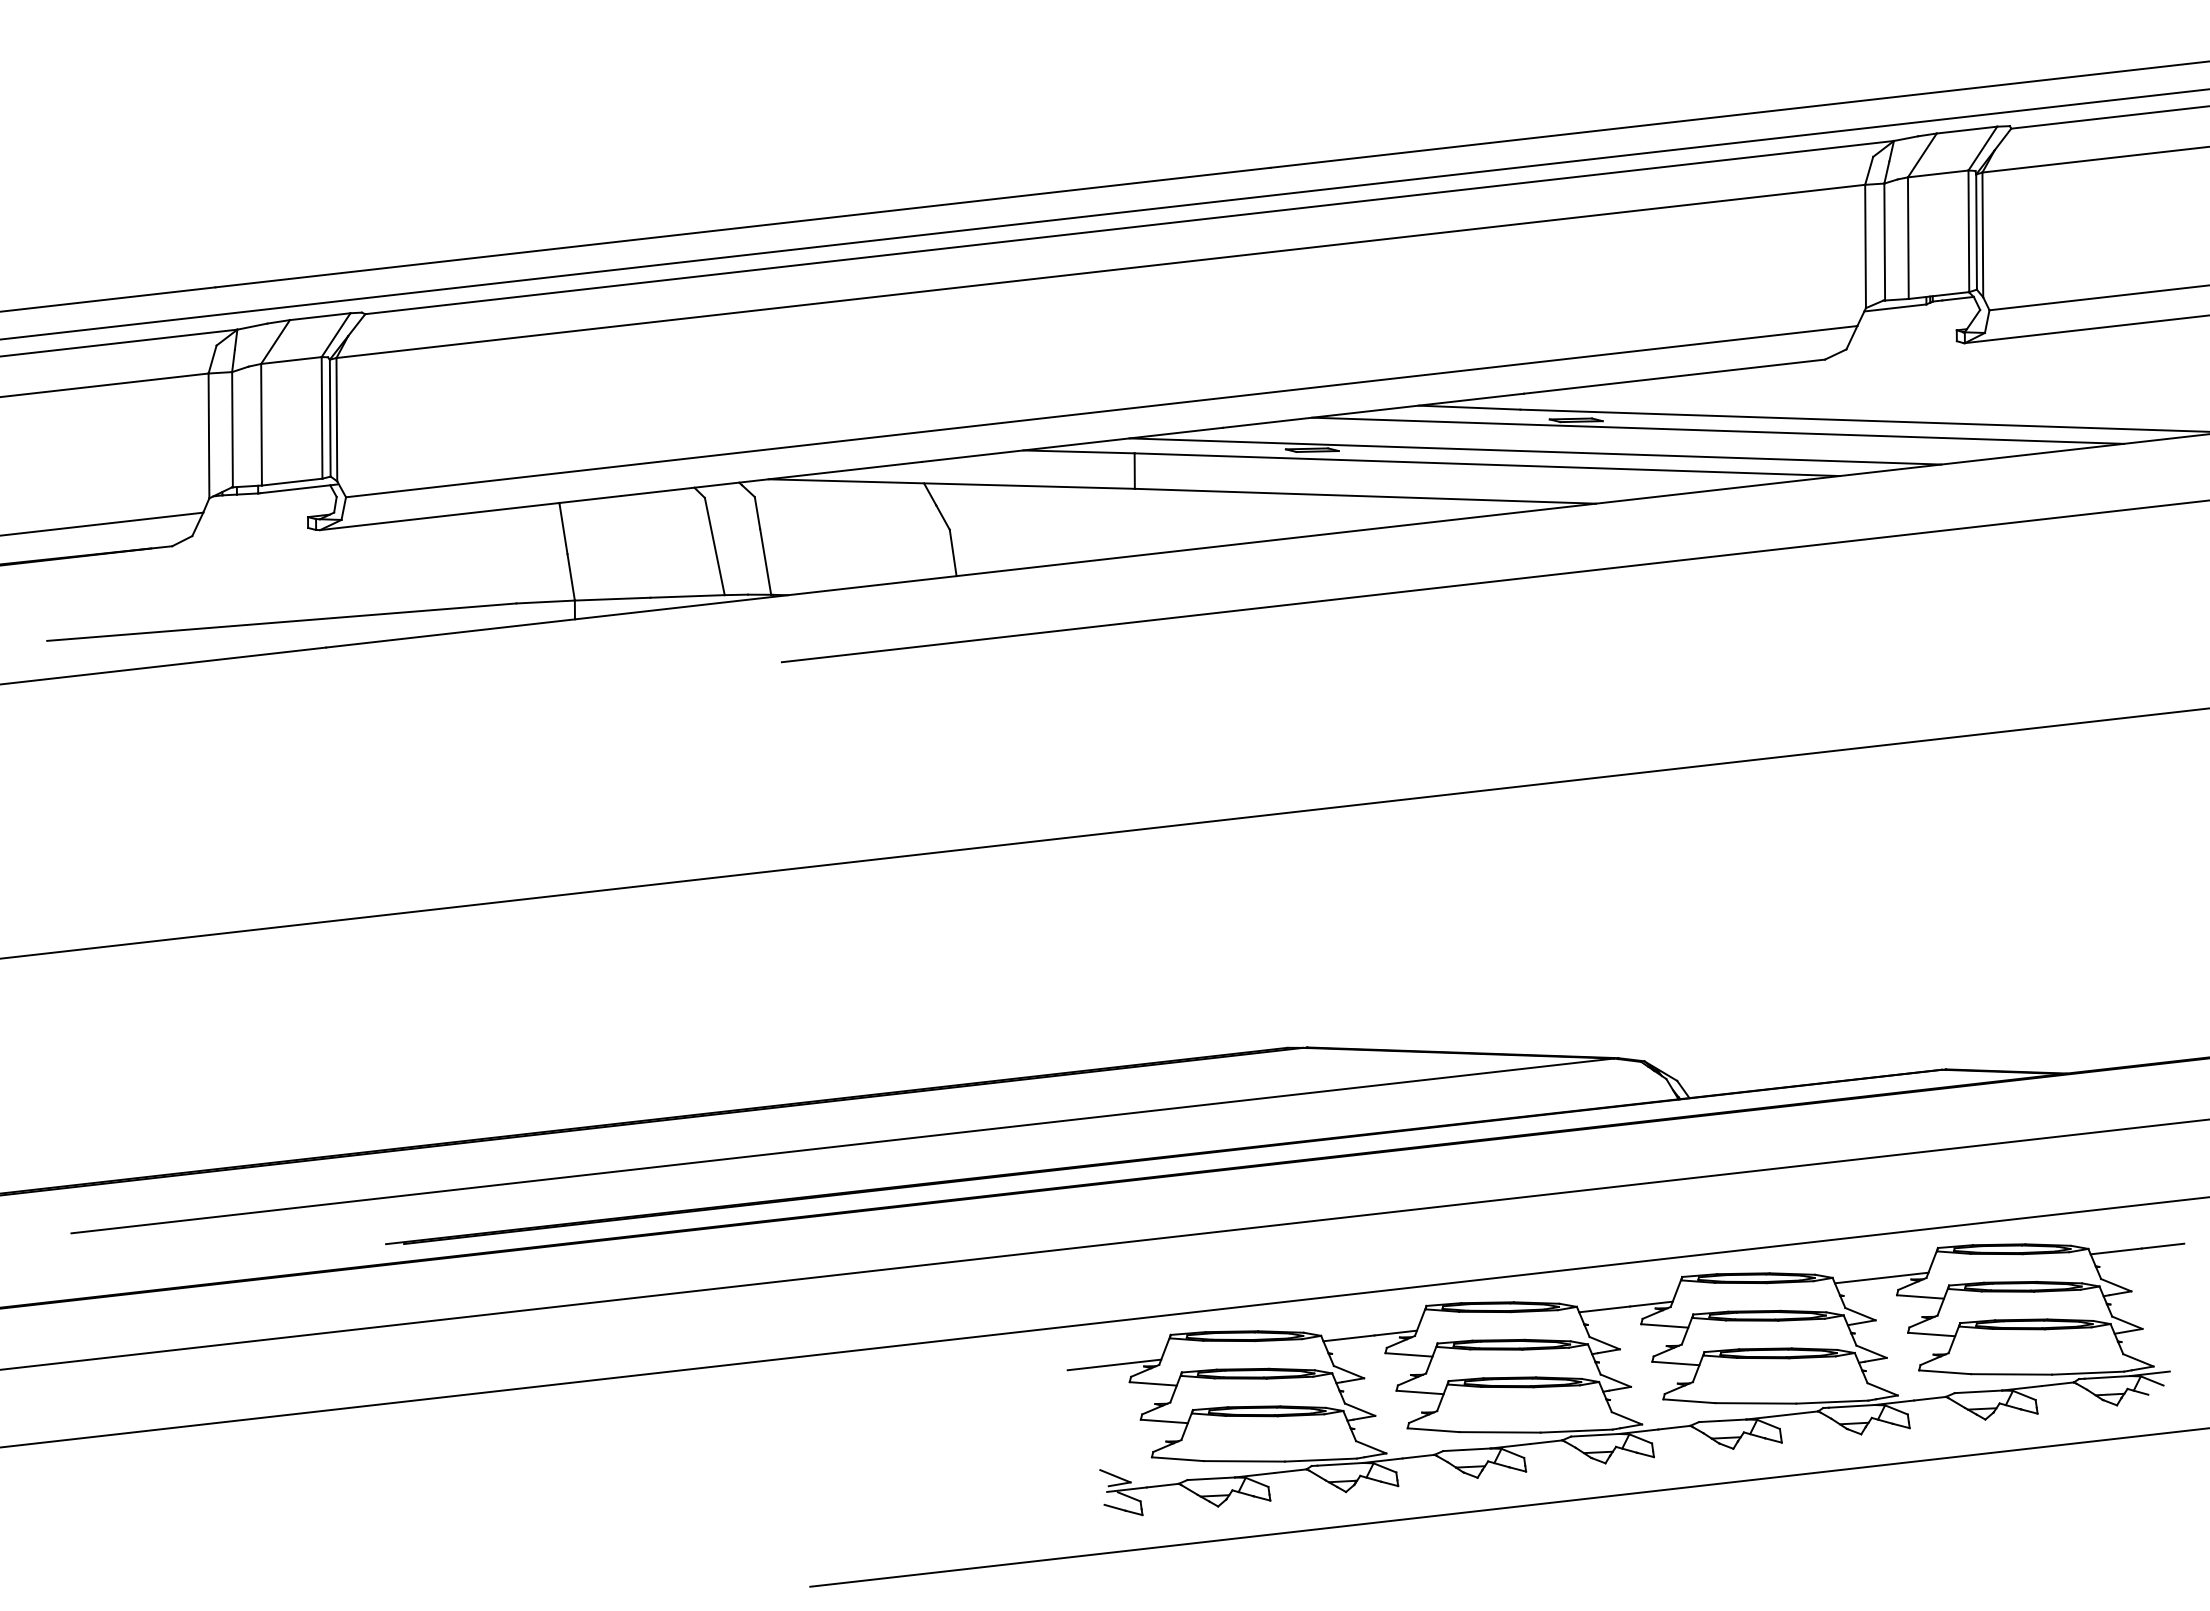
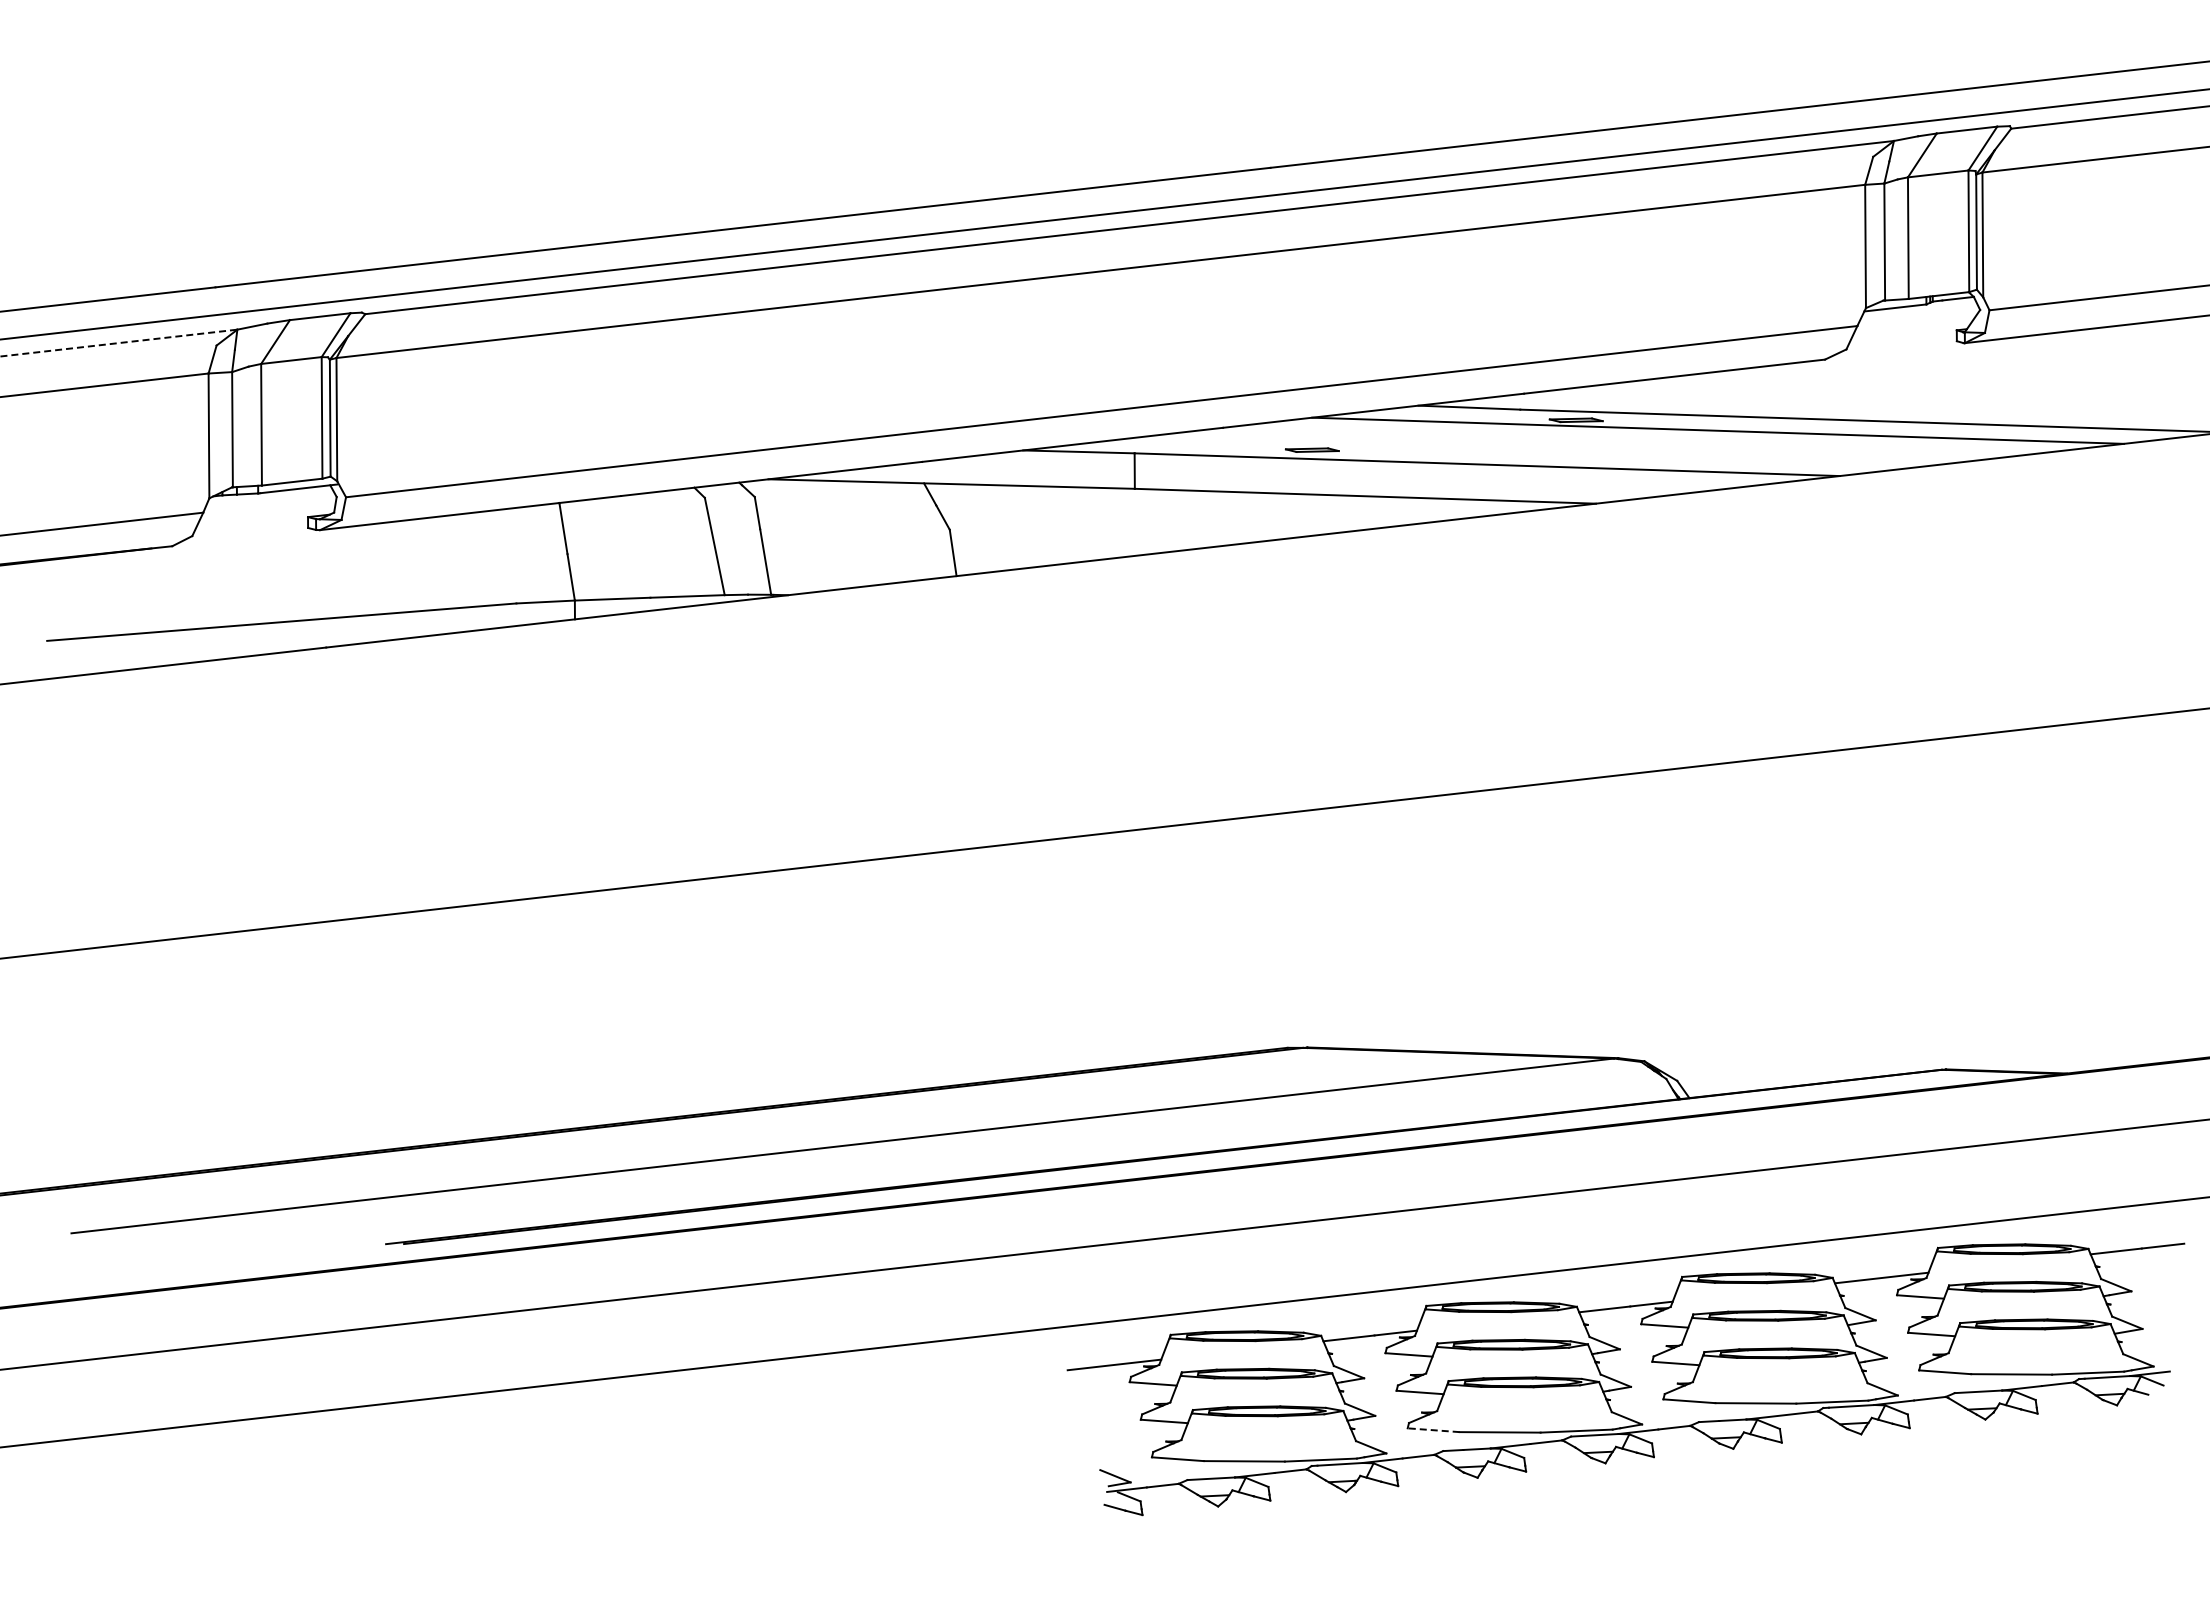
line at (119, 343): solid -> dashed
line at (1535, 451): present -> none
line at (1493, 581): present -> none
line at (1433, 1430): solid -> dashed
line at (1508, 1507): present -> none
